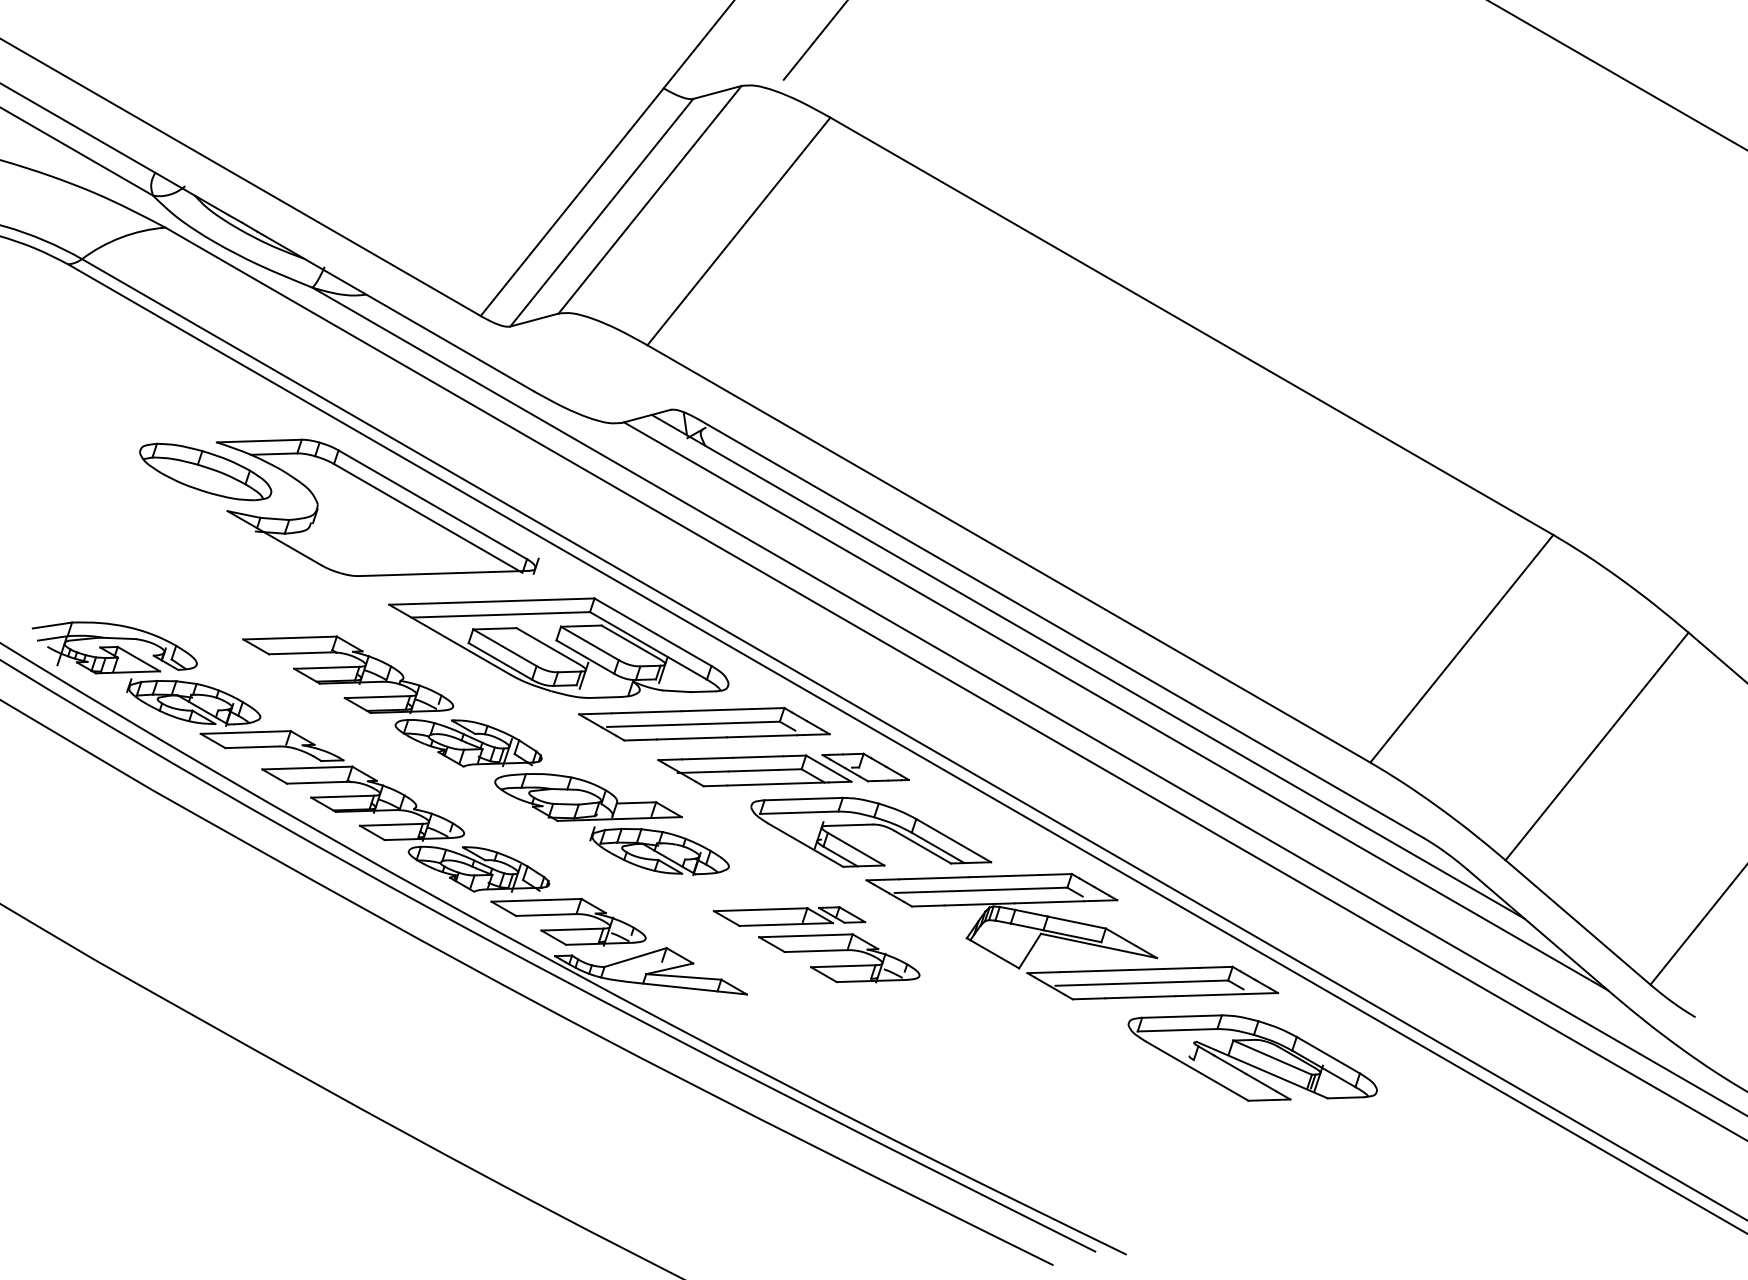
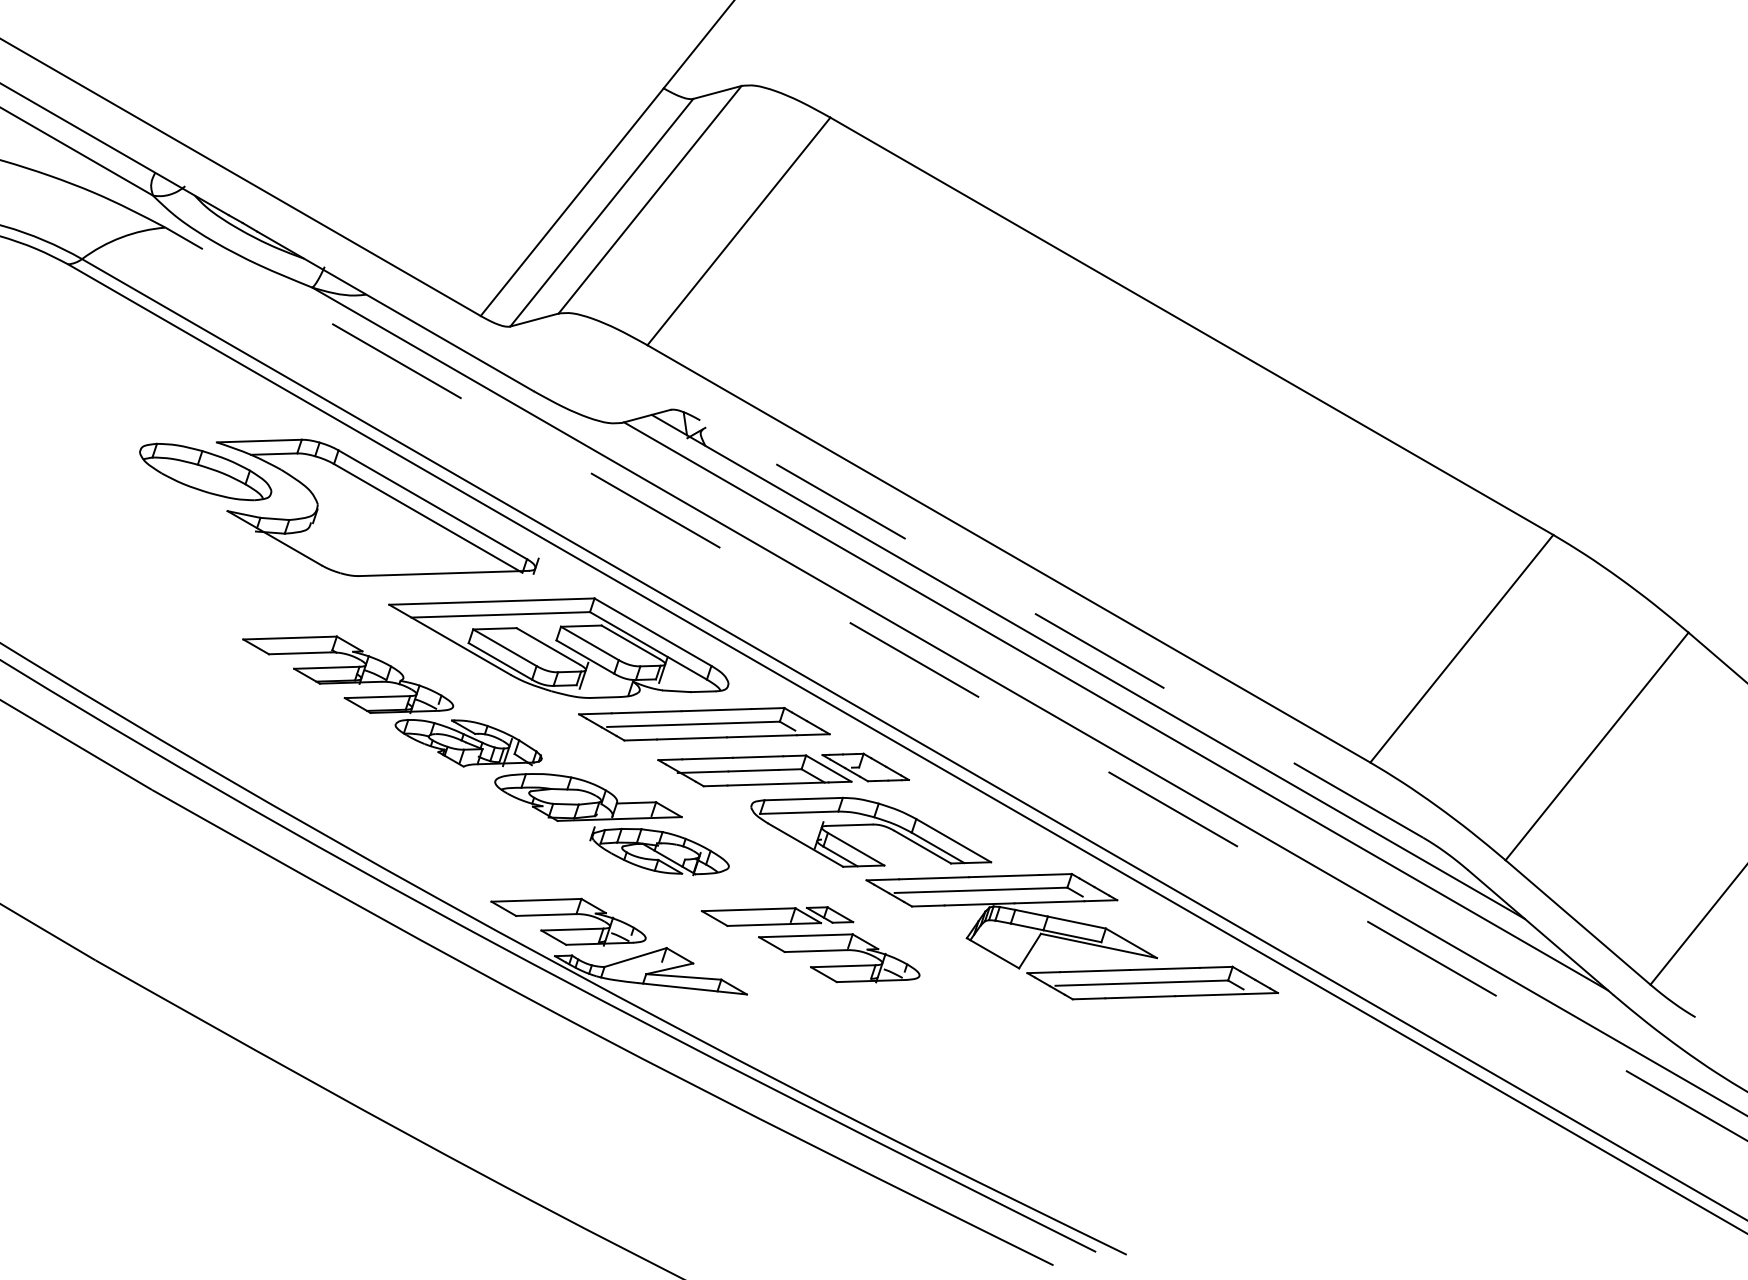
line at (814, 40): present -> none
line at (1617, 75): present -> none
line at (1061, 628): solid -> dashed
line at (956, 684): solid -> dashed
part at (293, 749): present -> none
part at (789, 916) position: (789, 916) -> (777, 916)
part at (1252, 1057): present -> none
